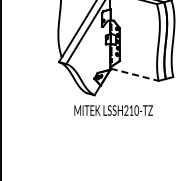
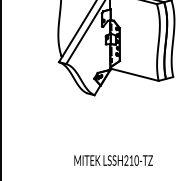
line at (134, 74): dashed -> solid
text at (113, 110) position: (113, 110) -> (113, 160)
